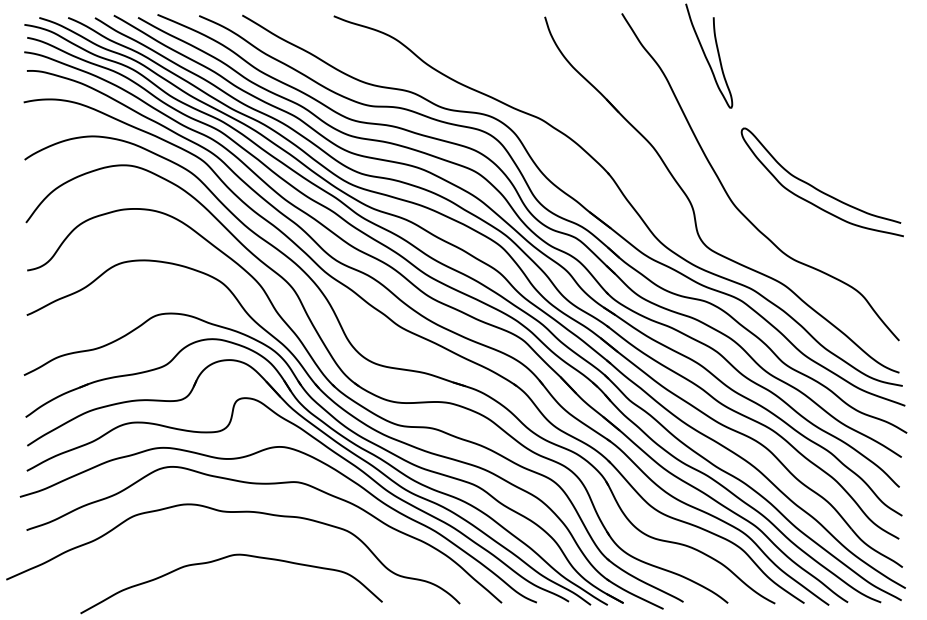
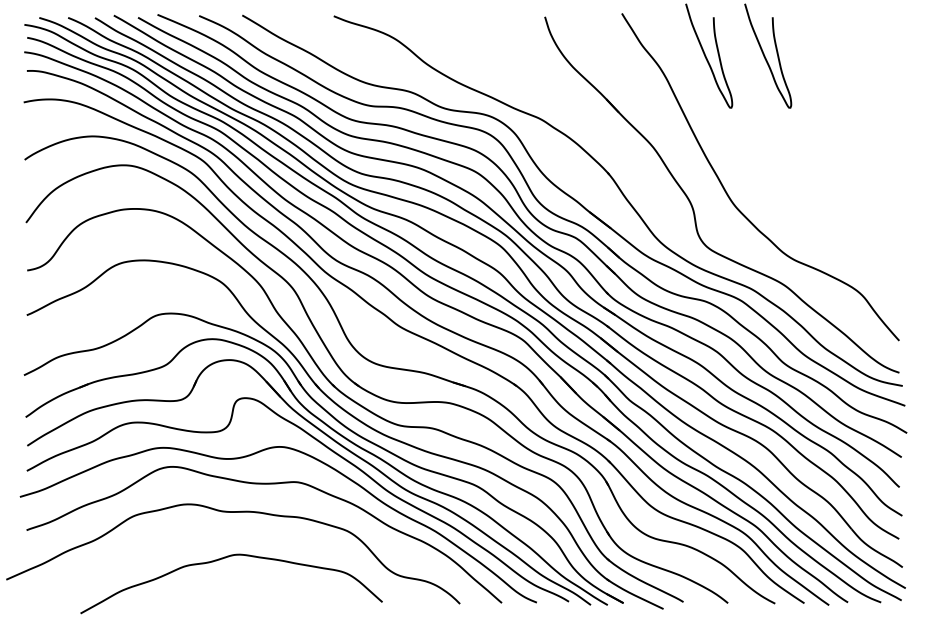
curve at (765, 55): none -> present
curve at (816, 187): present -> none
